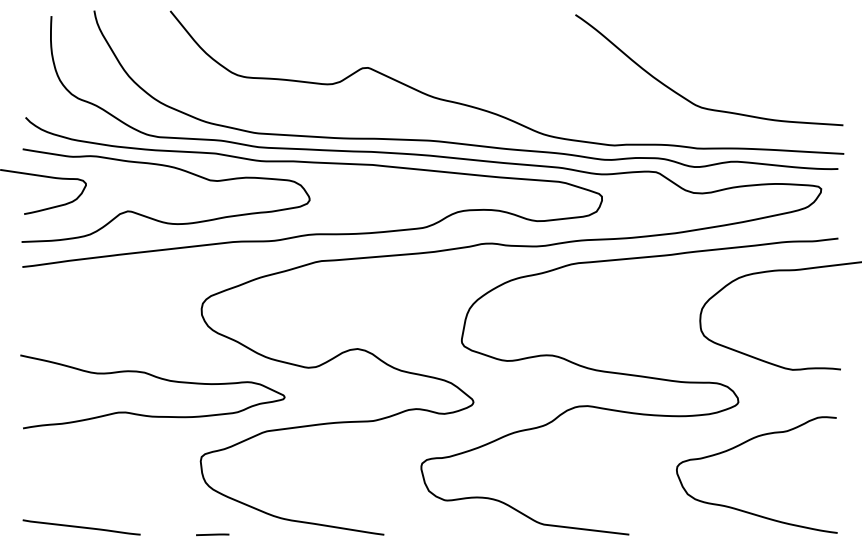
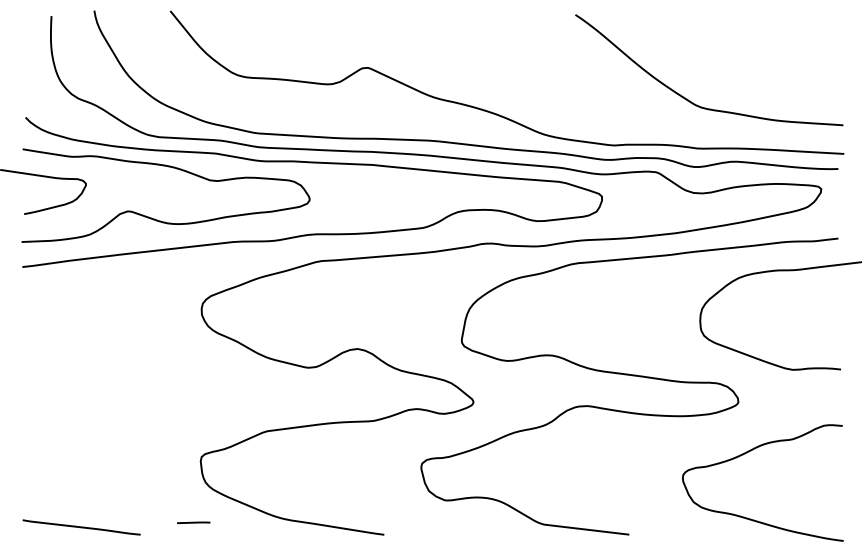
curve at (157, 378): present -> none
curve at (741, 445) position: (741, 445) -> (747, 453)
line at (212, 534) position: (212, 534) -> (193, 522)
